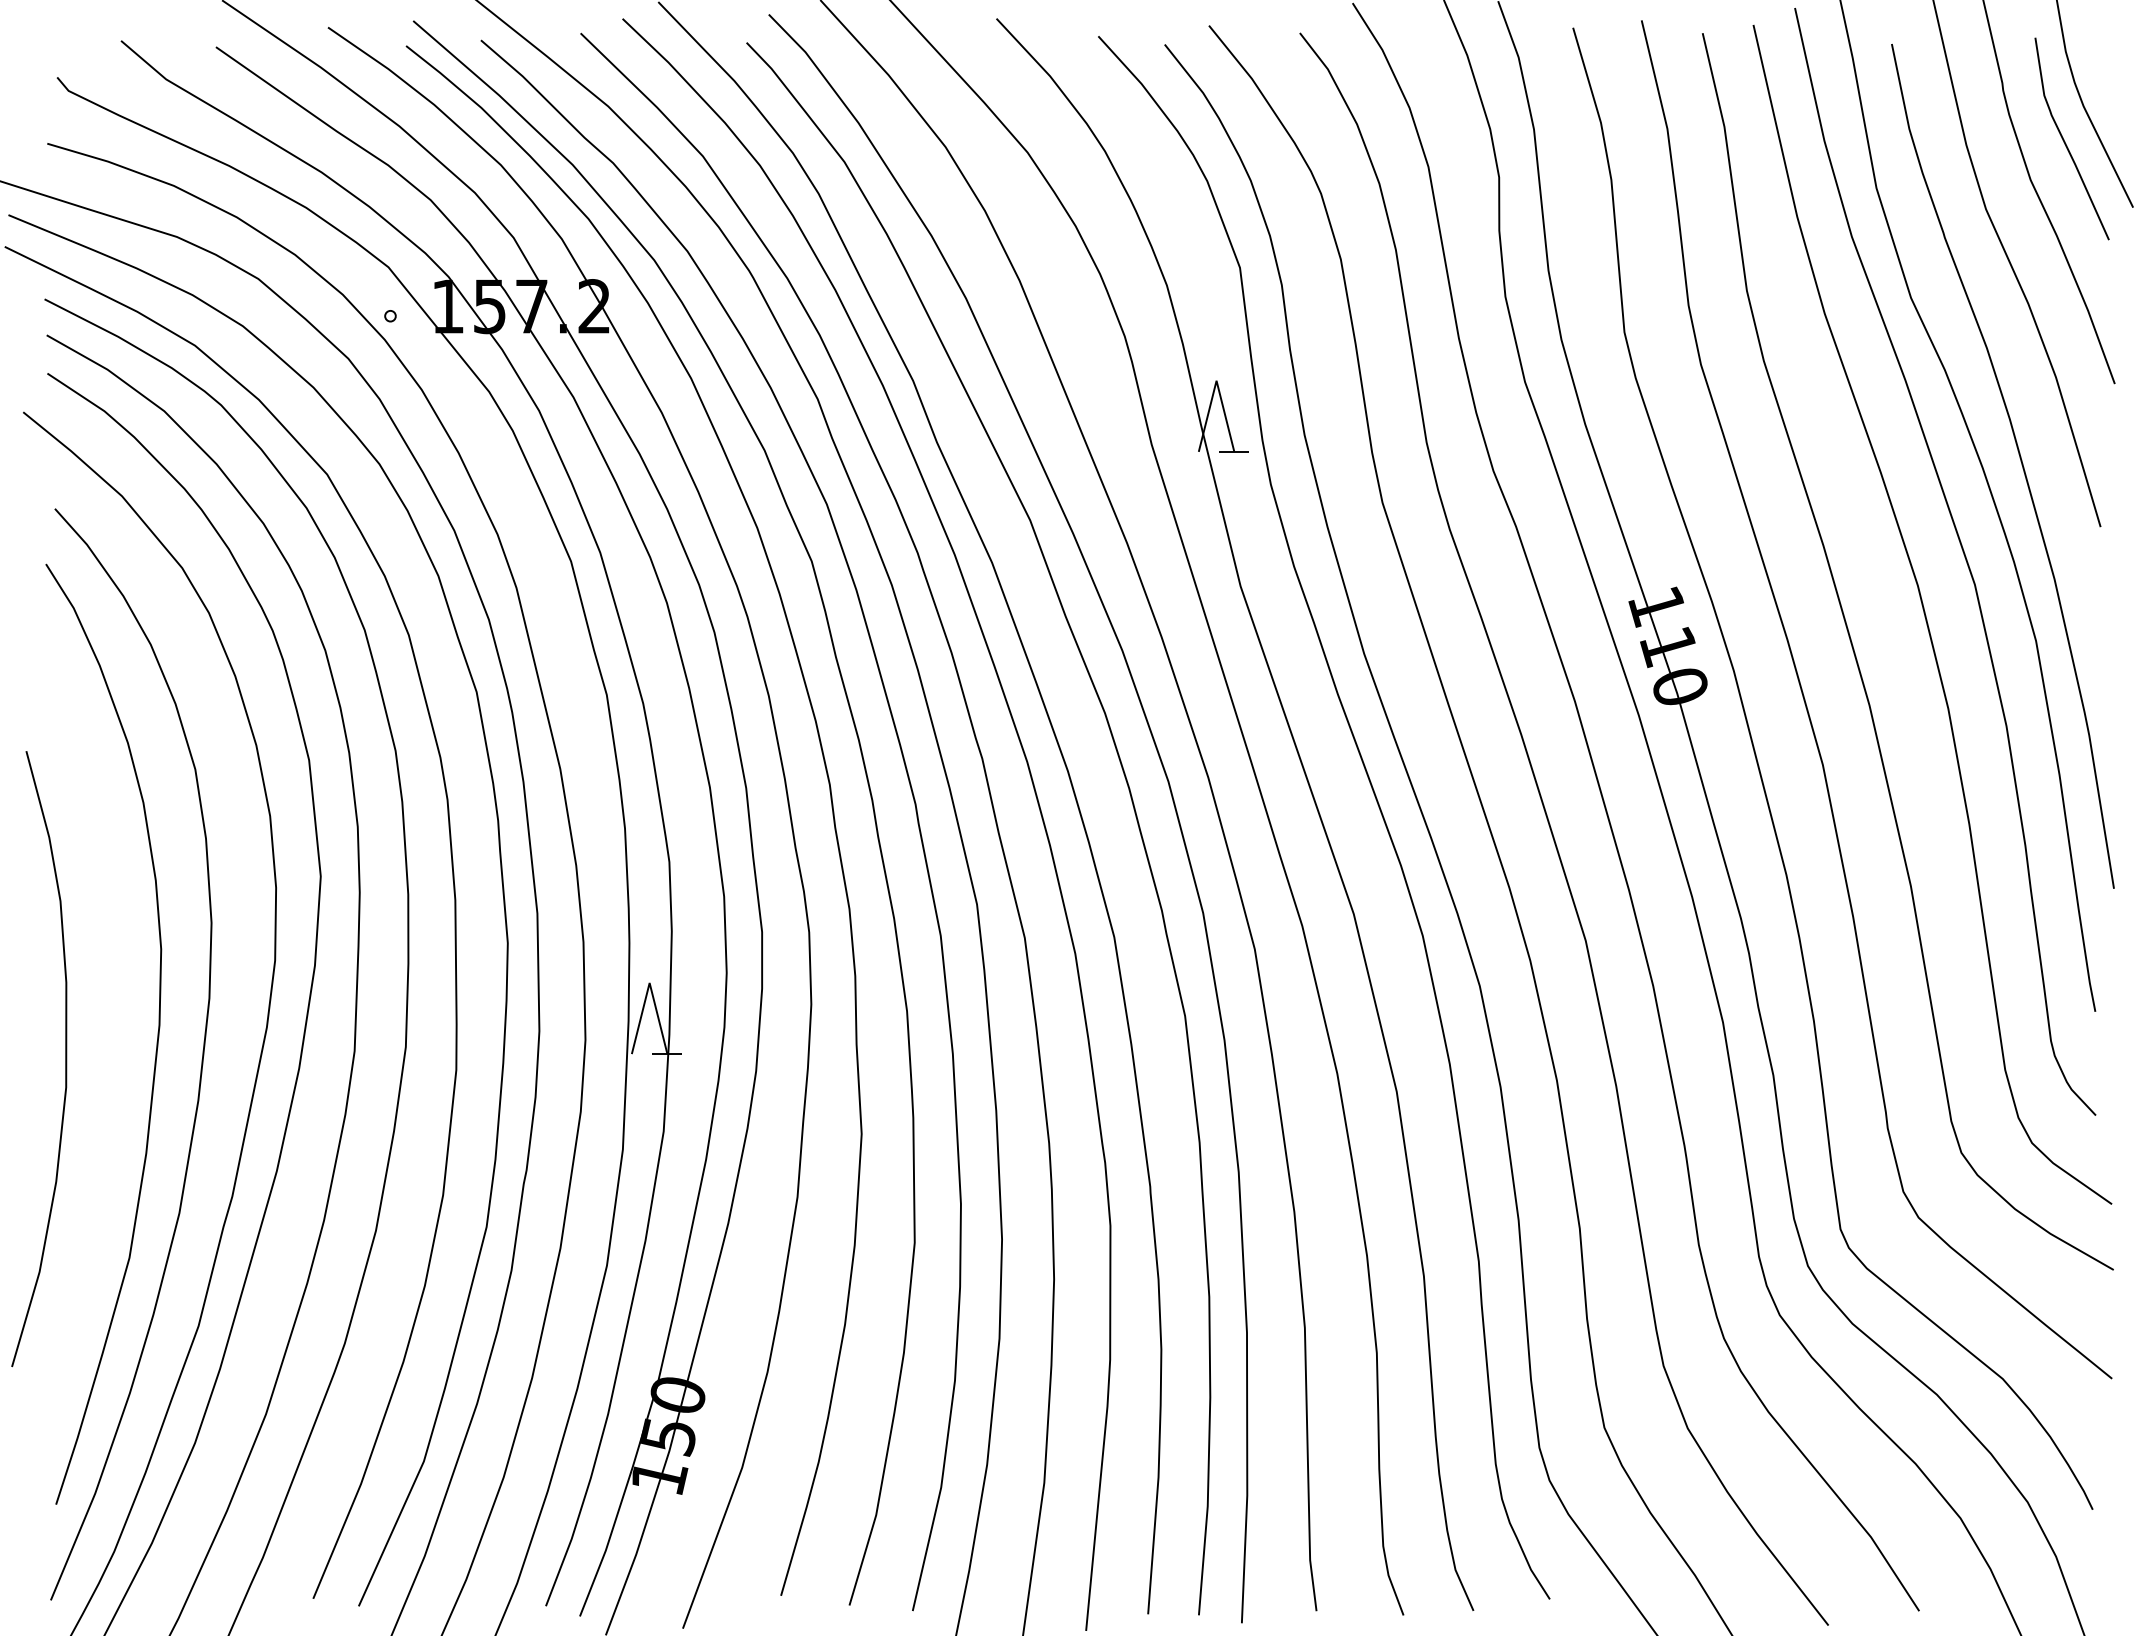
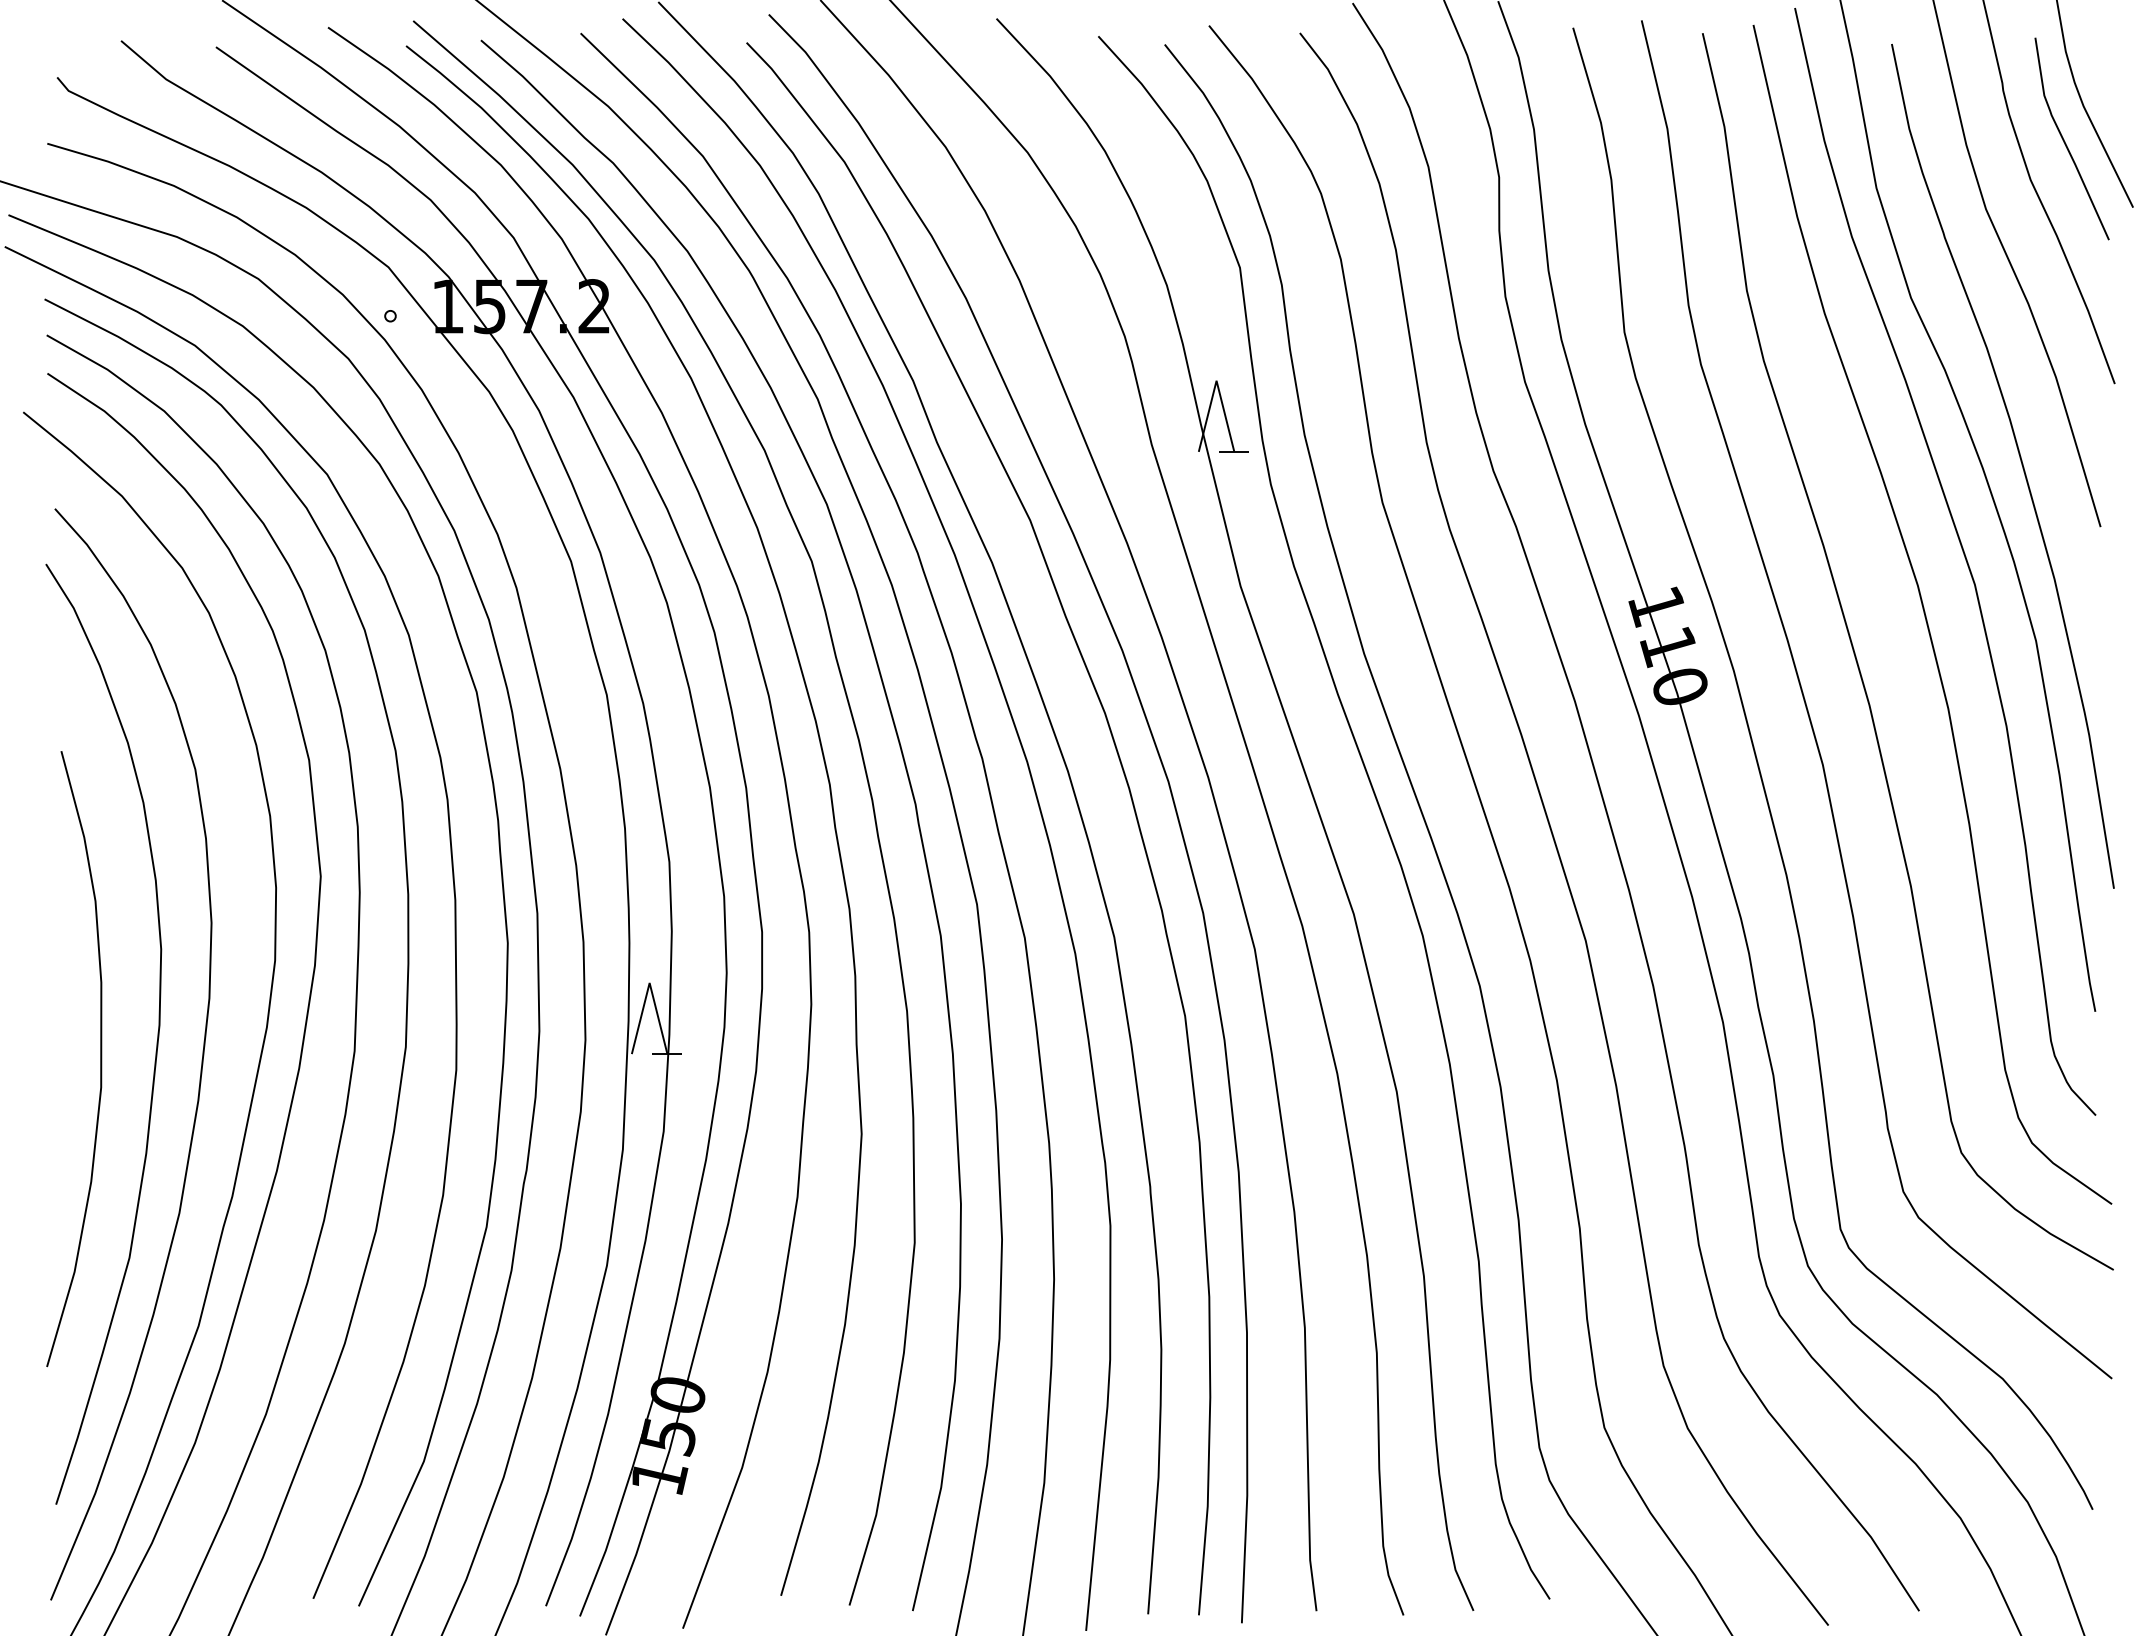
curve at (65, 1059) position: (65, 1059) -> (100, 1059)
